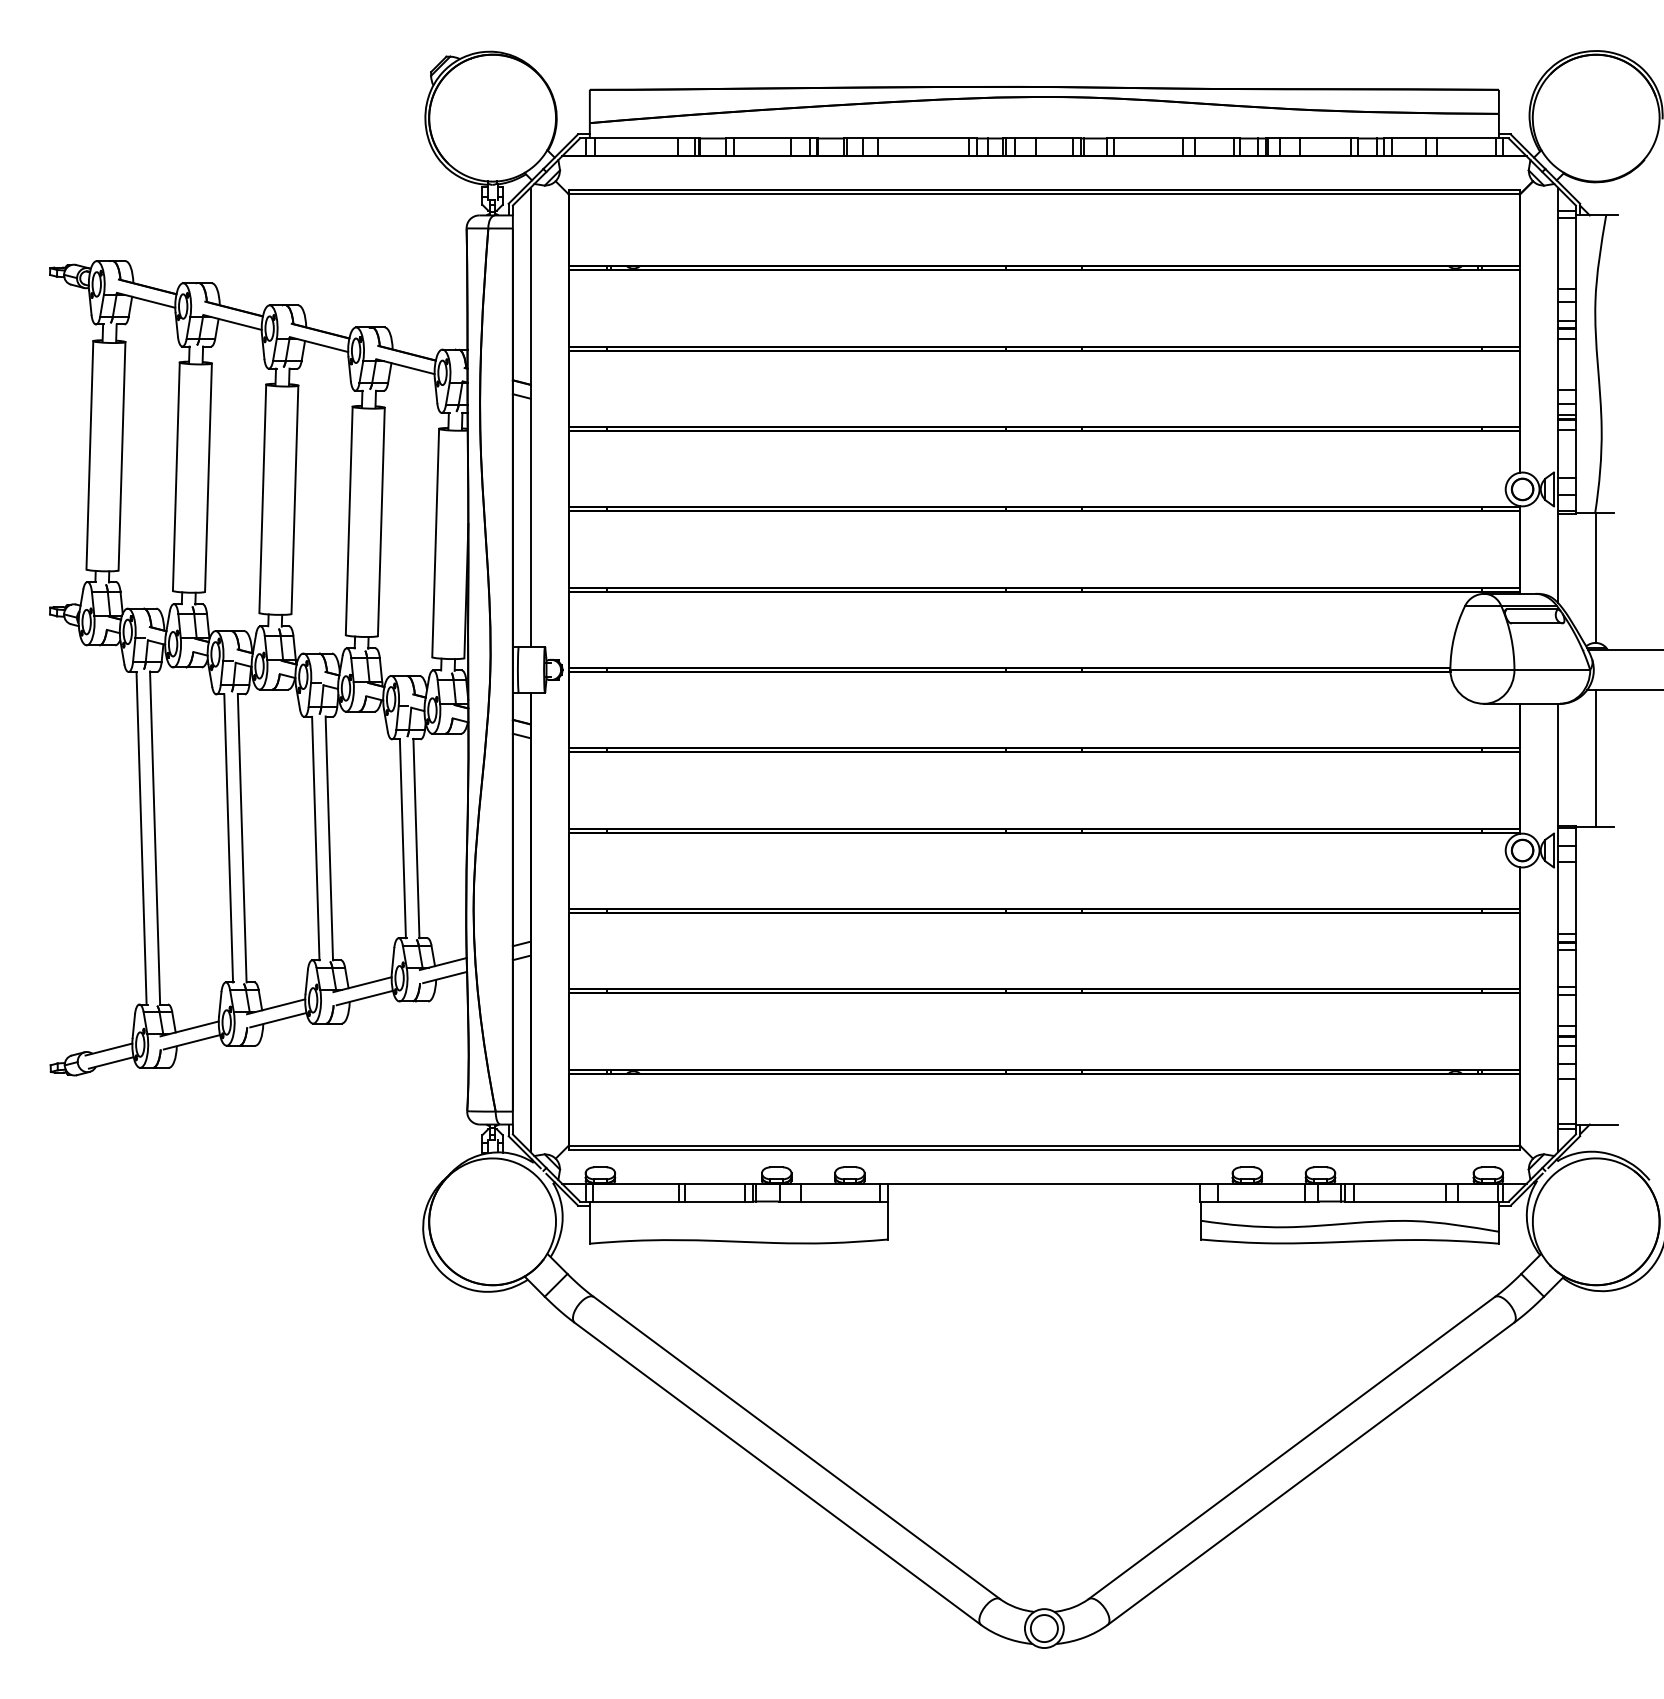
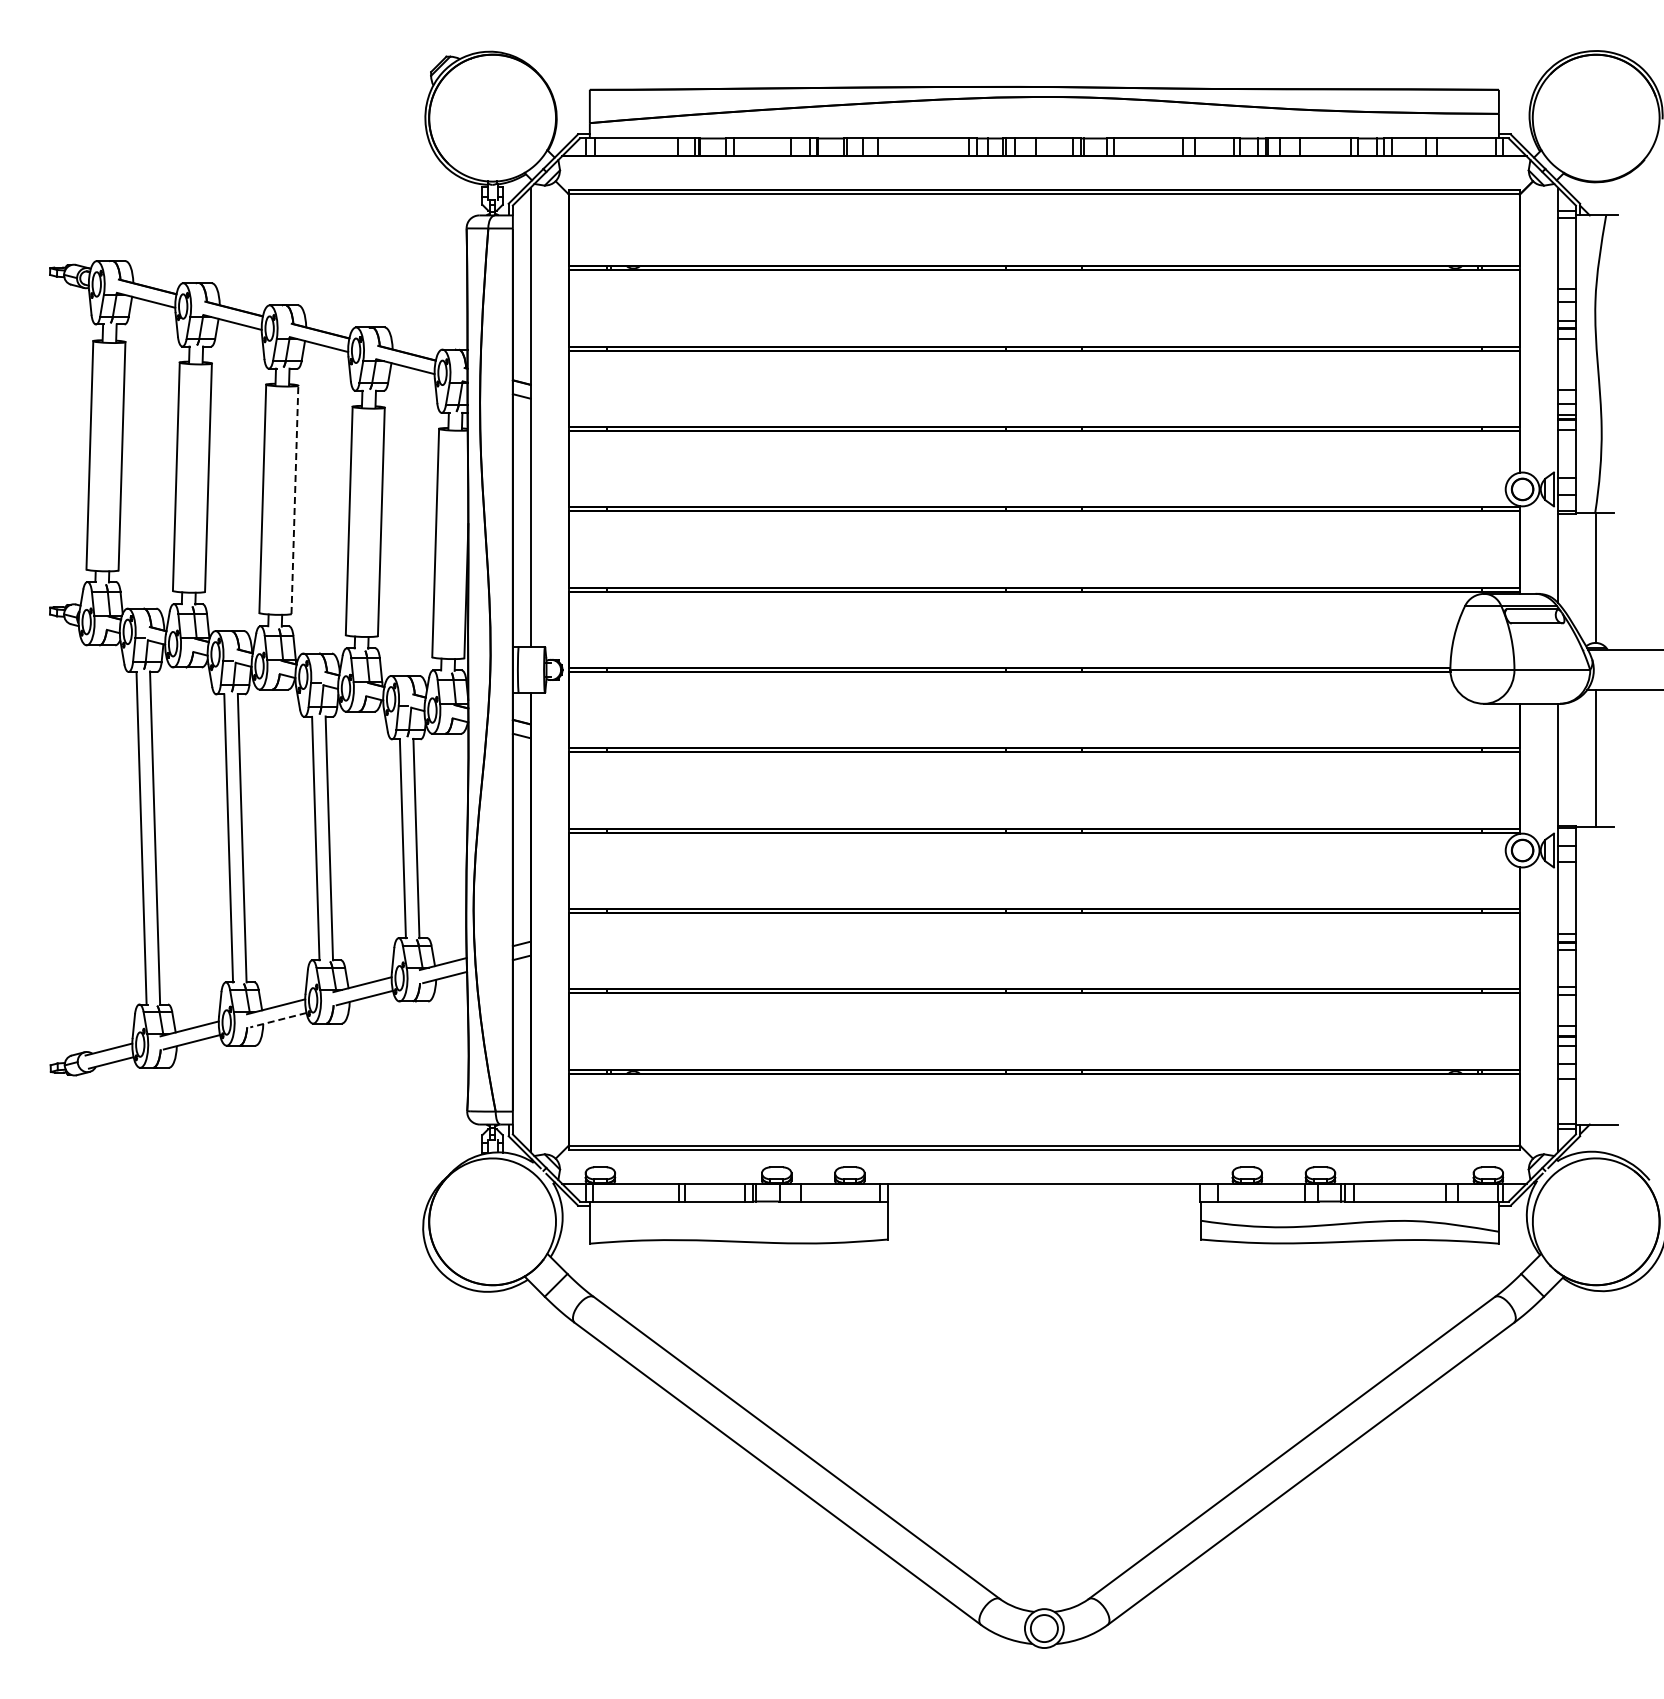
line at (294, 499): solid -> dashed
line at (277, 1020): solid -> dashed
